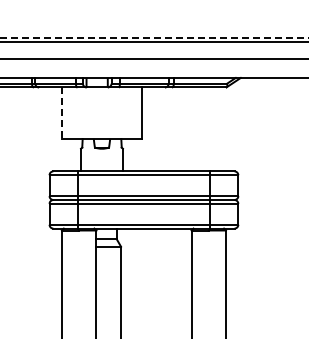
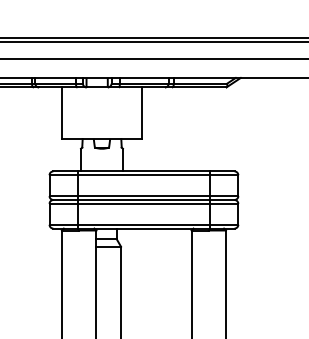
line at (153, 37): dashed -> solid
line at (61, 113): dashed -> solid
